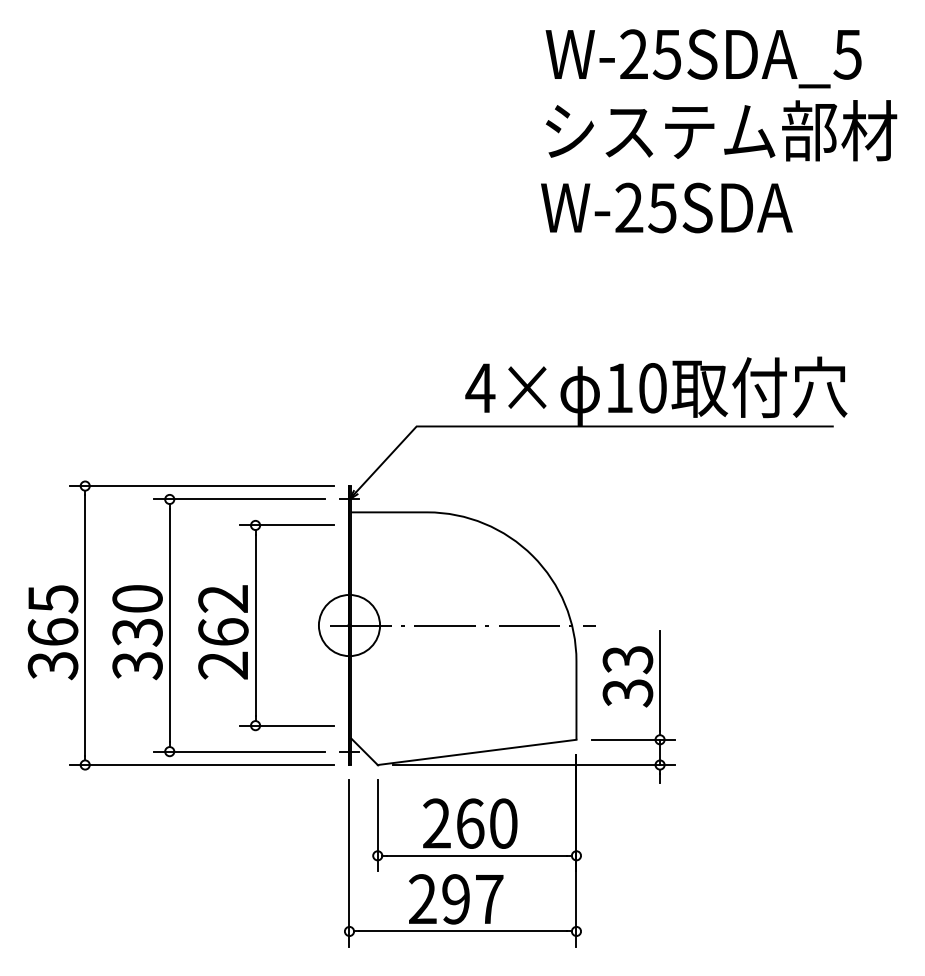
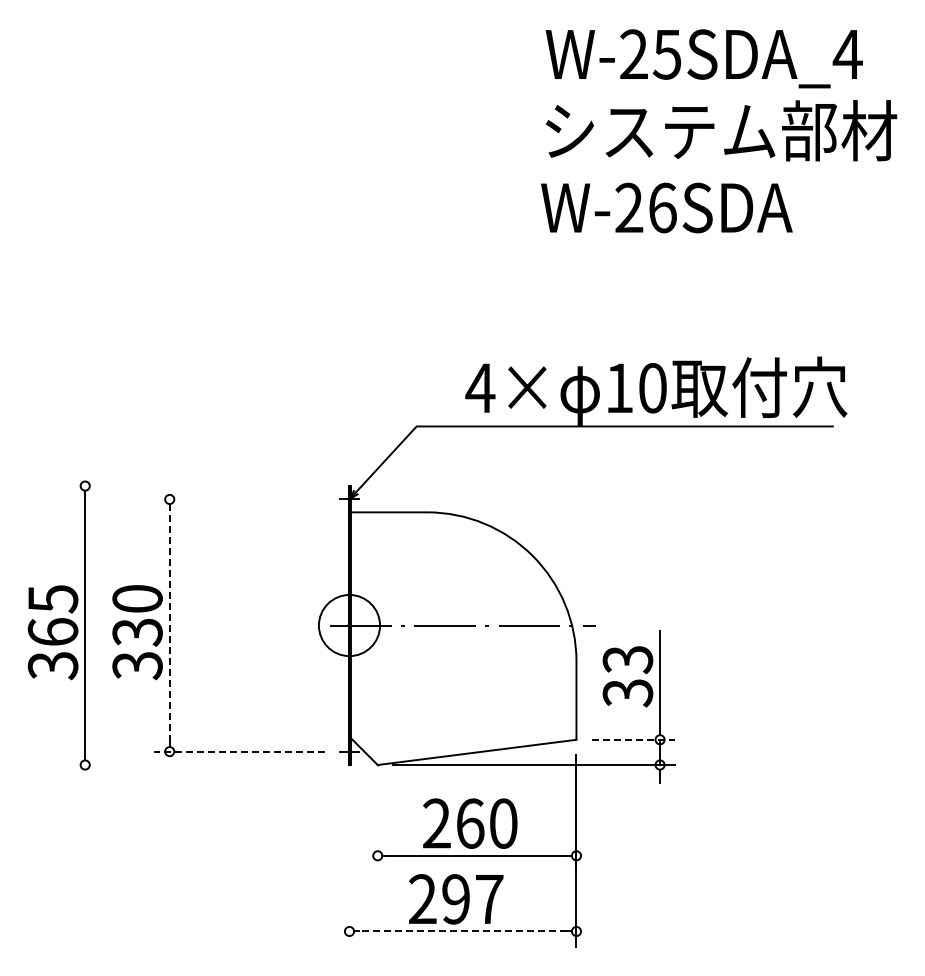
text at (847, 54): W-25SDA_5 -> W-25SDA_4
text at (662, 207): W-25SDA -> W-26SDA
line at (201, 486): present -> none
line at (239, 499): present -> none
line at (169, 625): solid -> dashed
part at (256, 625): present -> none
line at (633, 739): solid -> dashed
line at (239, 751): solid -> dashed
line at (201, 765): present -> none
line at (377, 825): present -> none
line at (349, 863): present -> none
line at (462, 931): solid -> dashed
